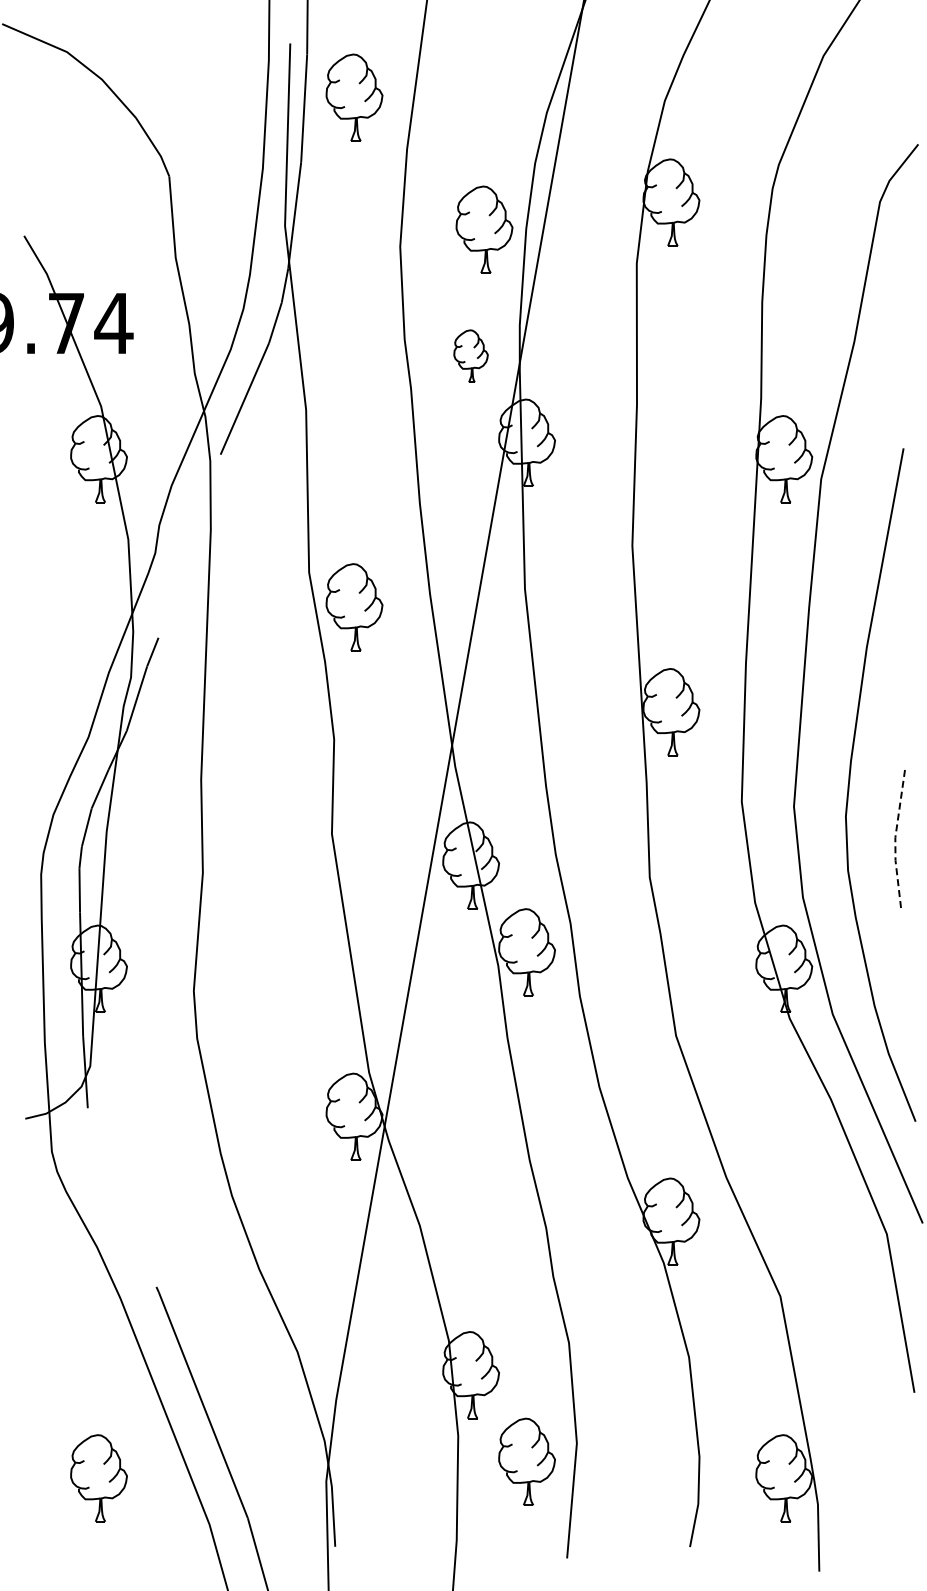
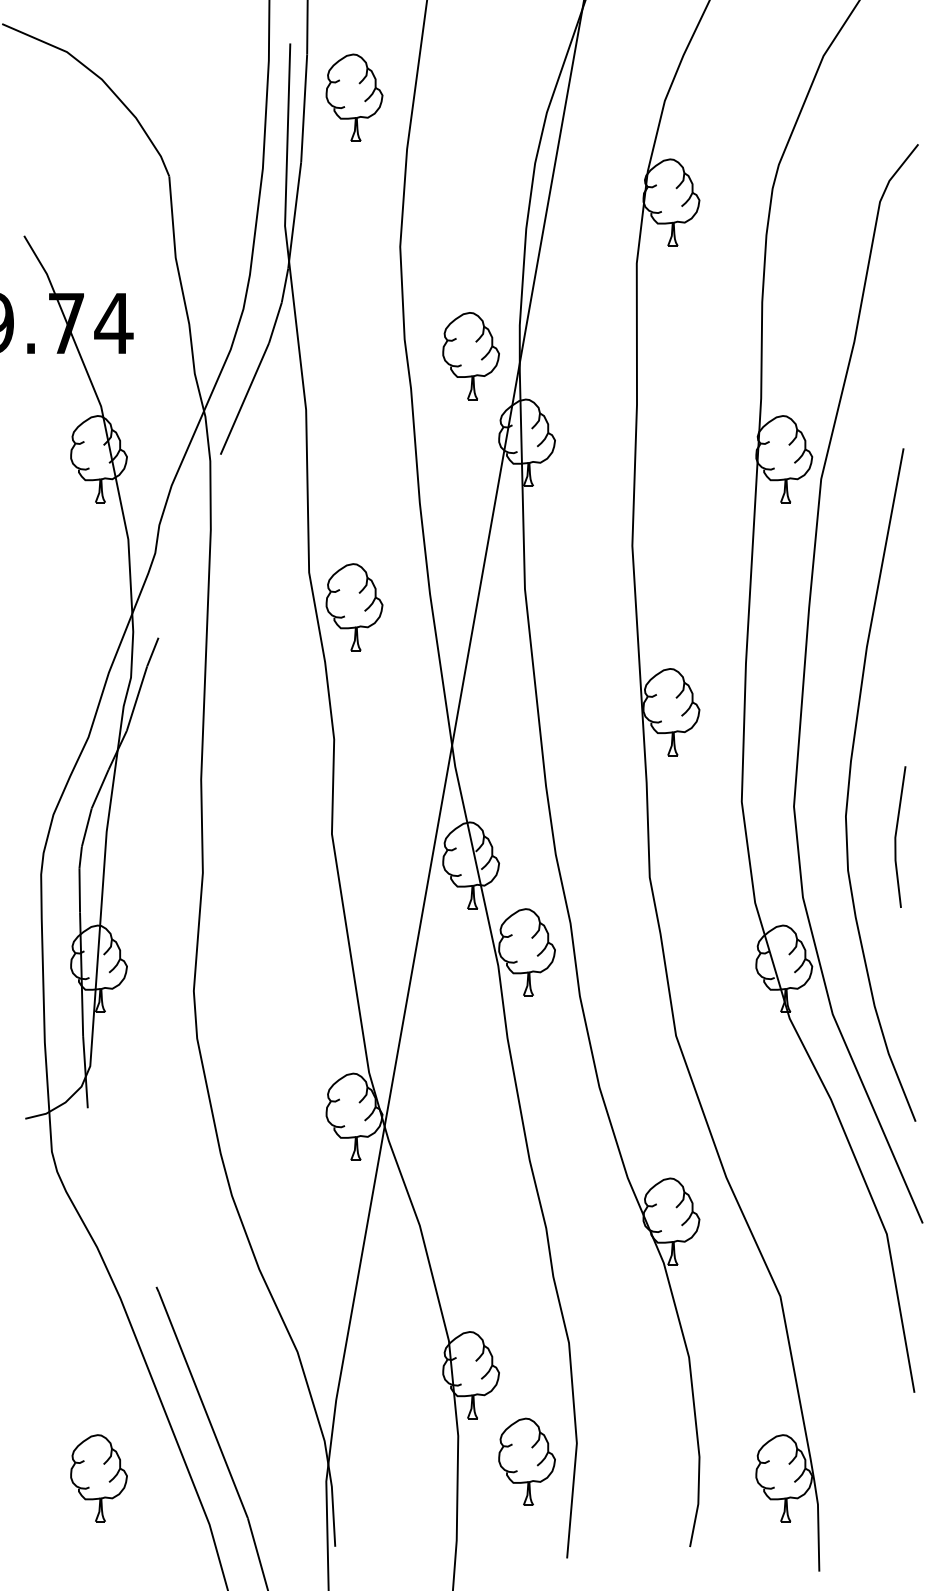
part at (484, 229): present -> none
part at (470, 355) size: 36x54 px -> 58x89 px
line at (895, 837): dashed -> solid
